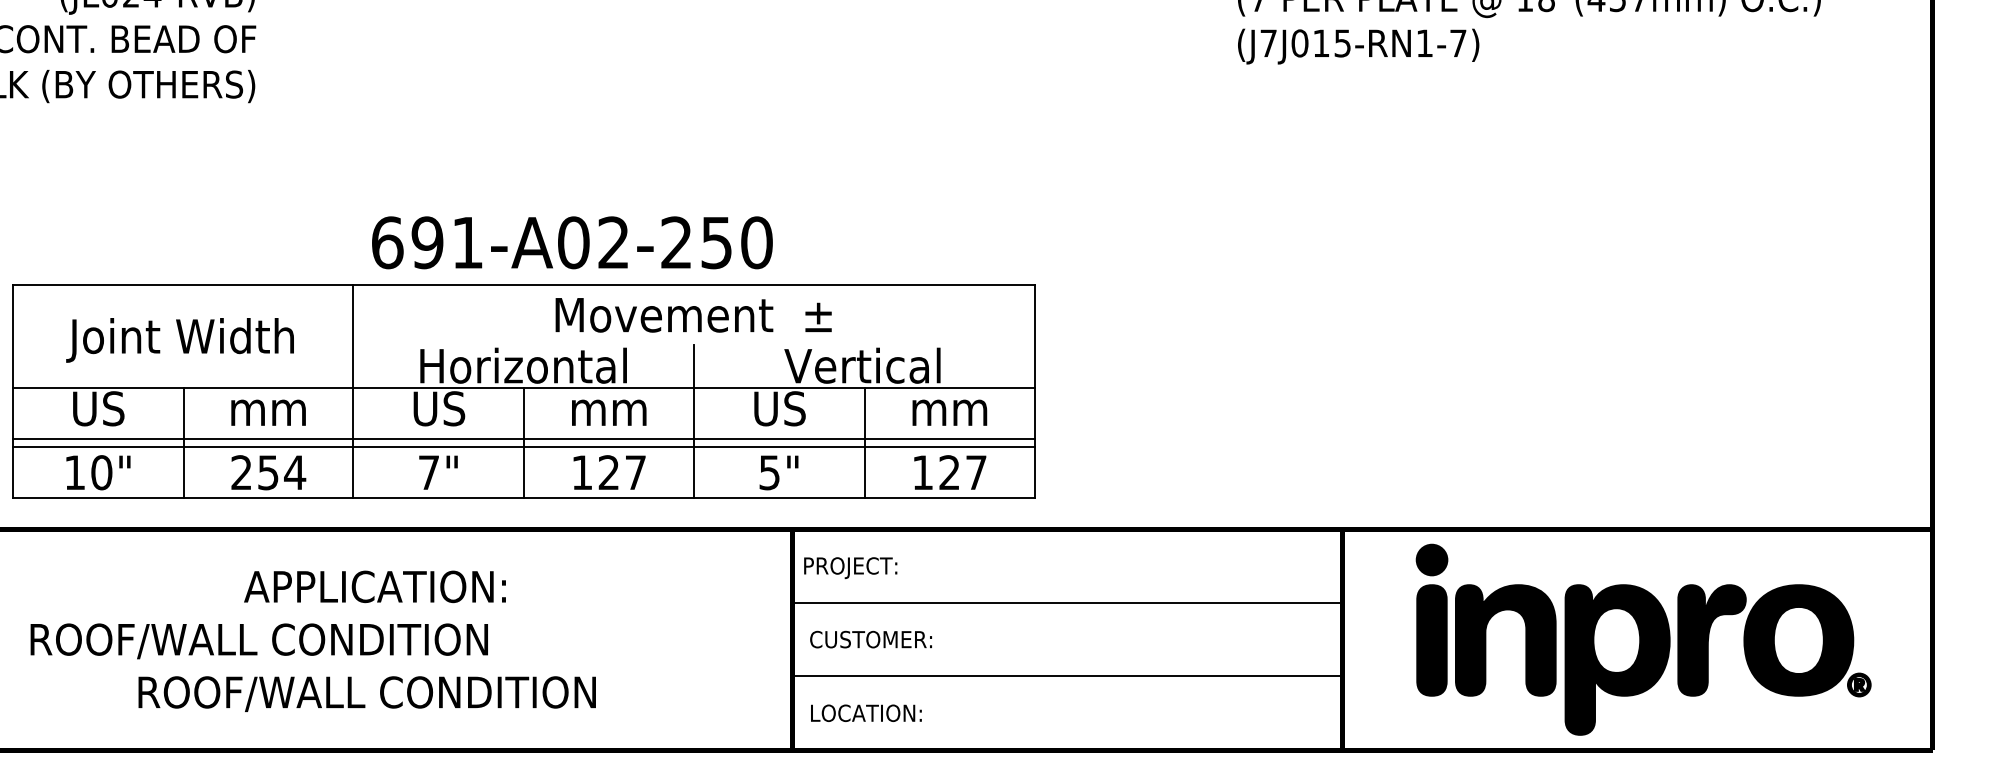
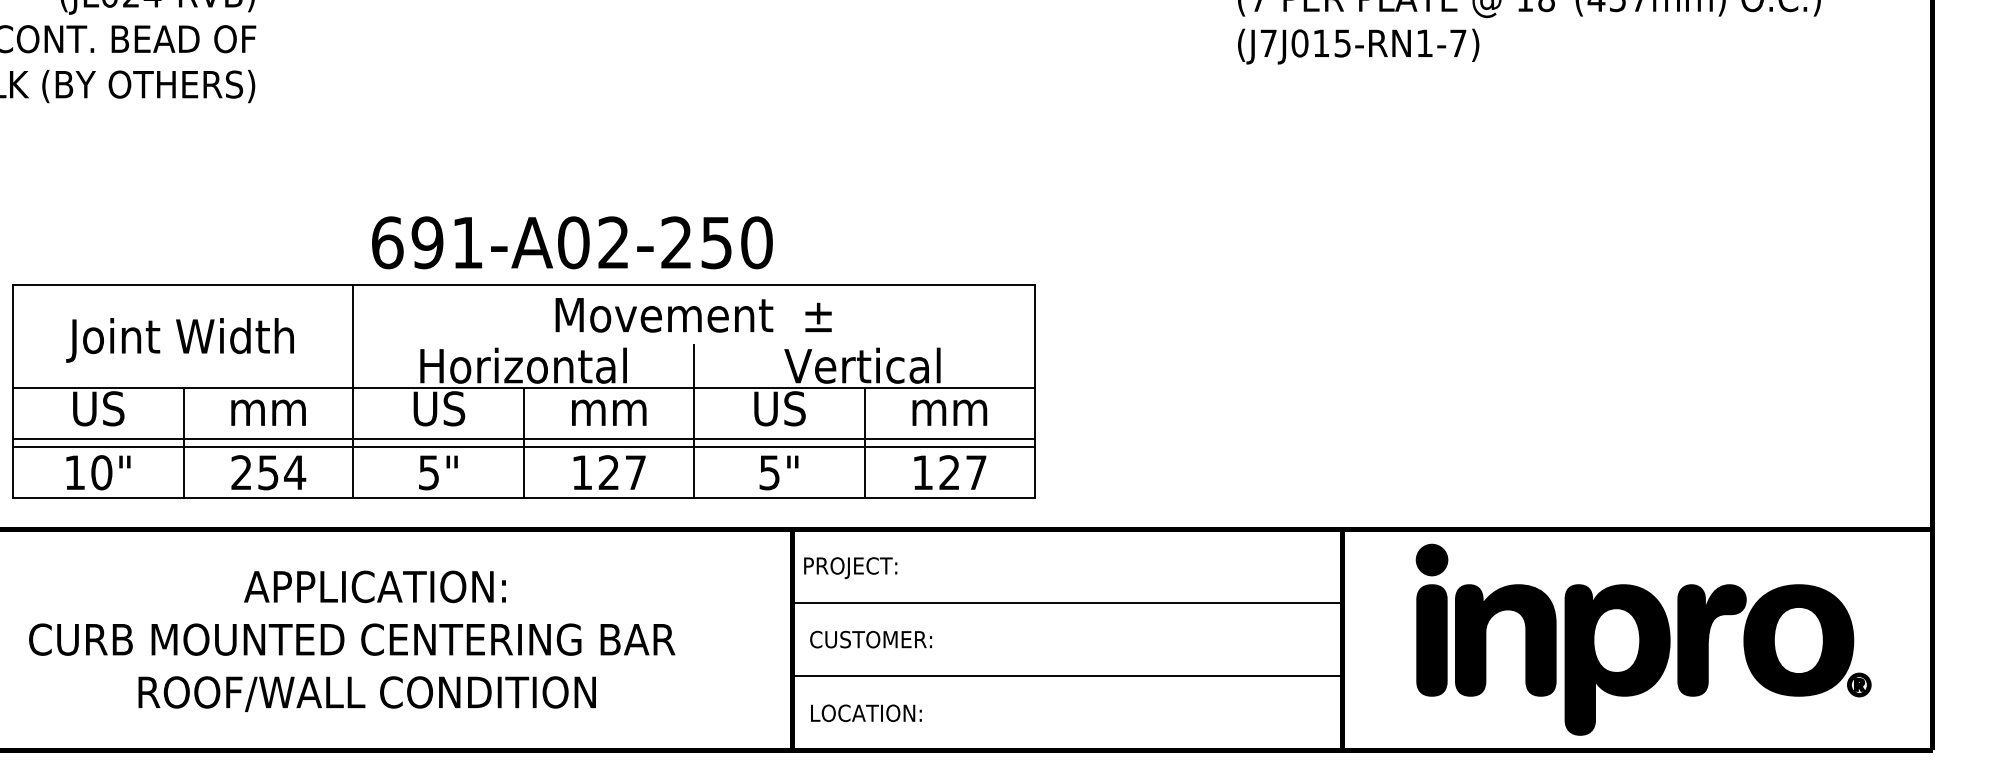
text at (428, 472): 7" -> 5"
text at (352, 641): ROOF/WALL CONDITION -> CURB MOUNTED CENTERING BAR
